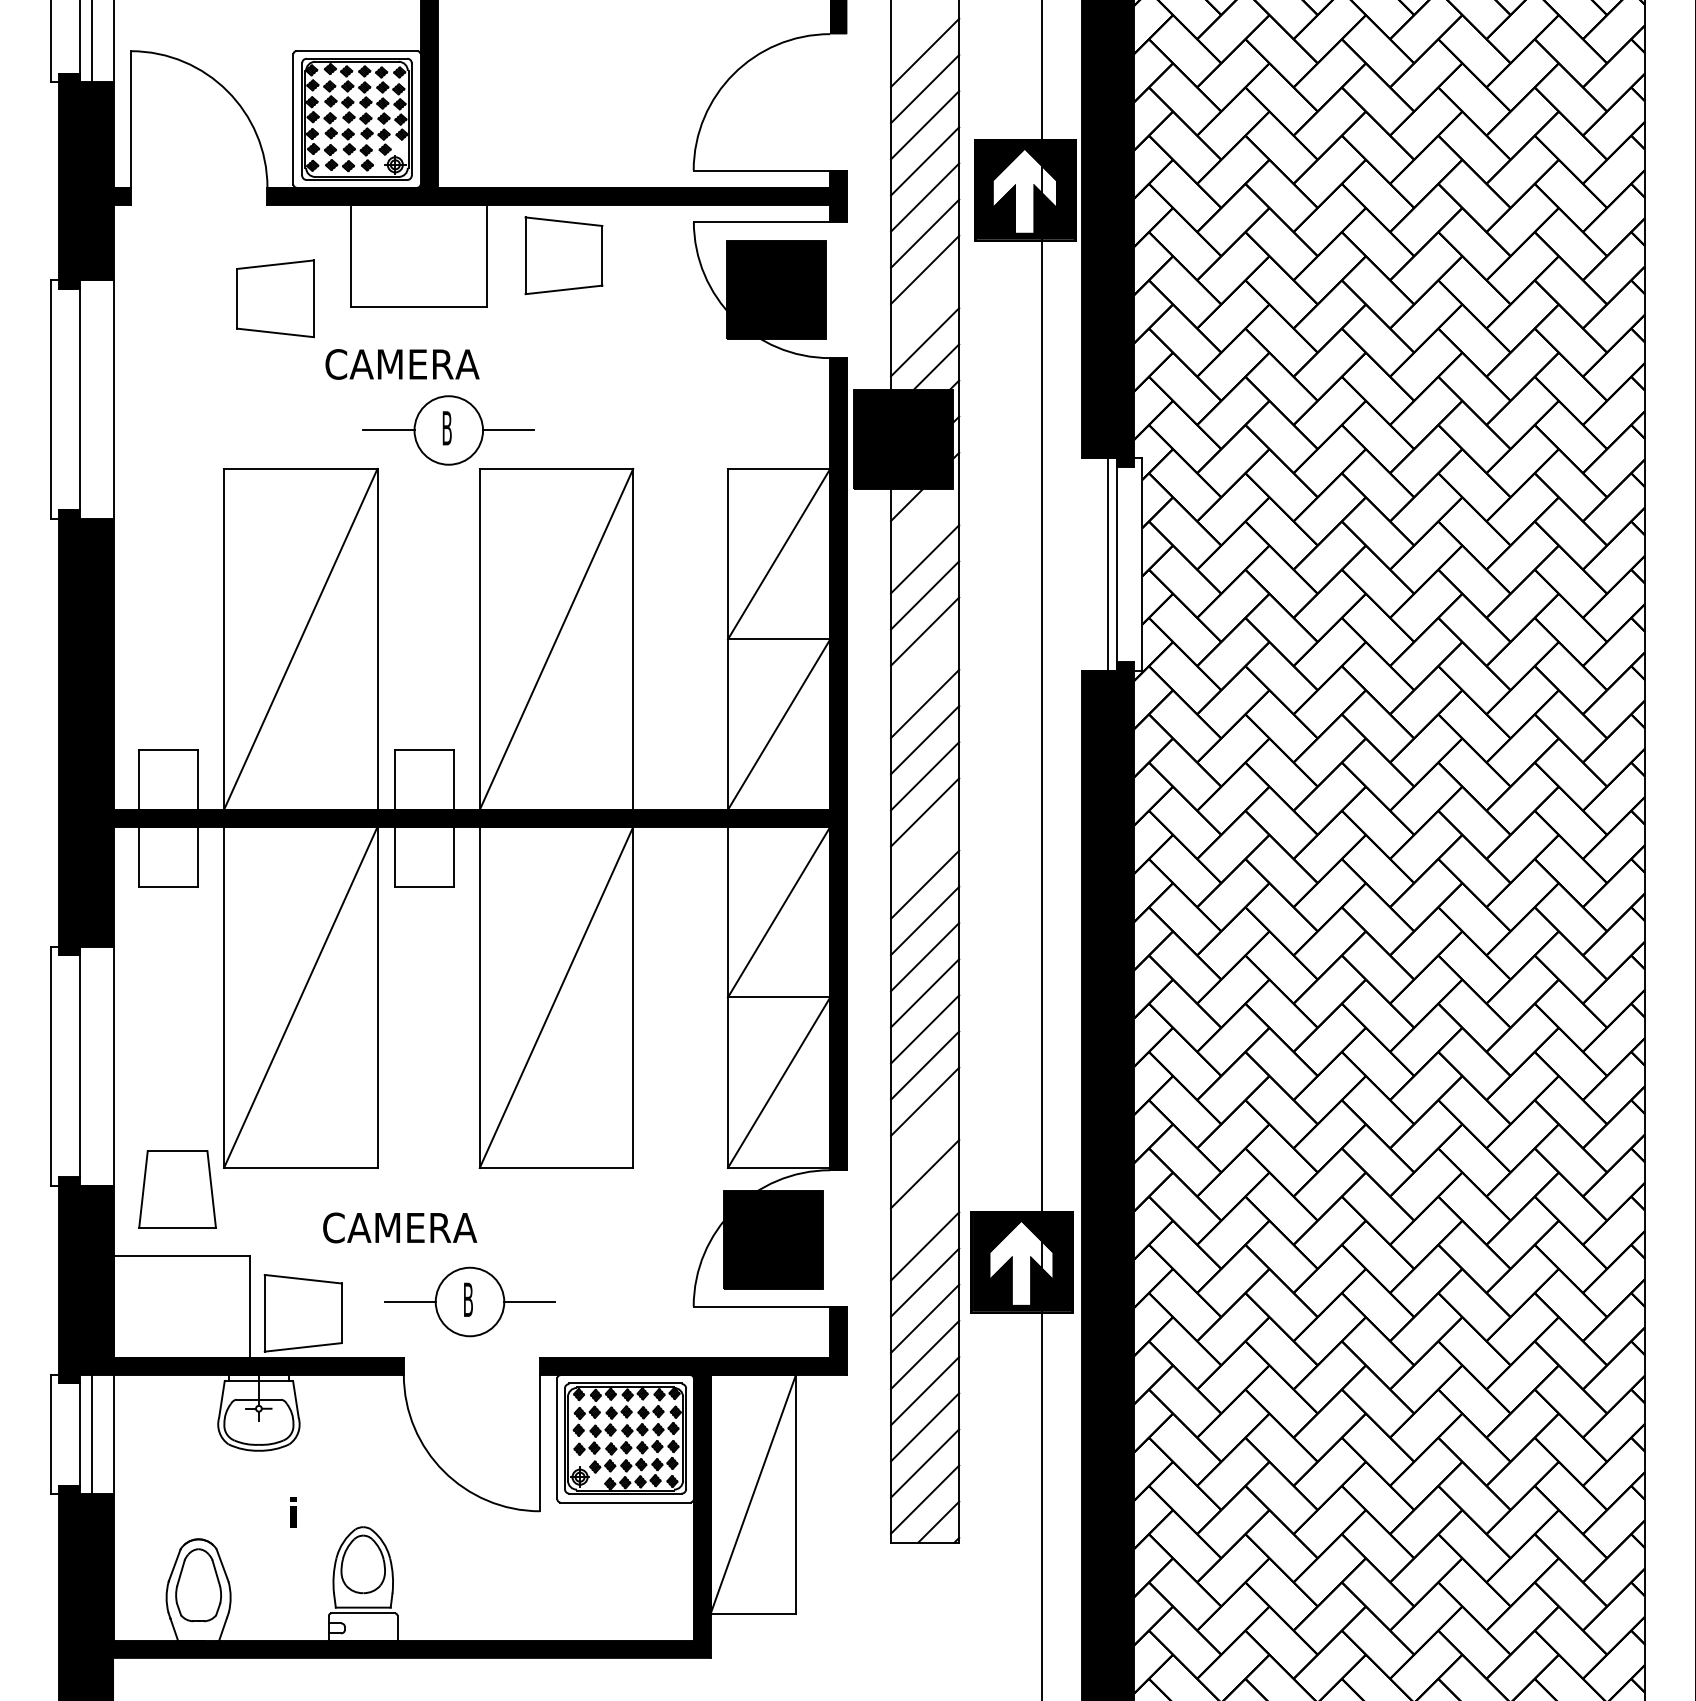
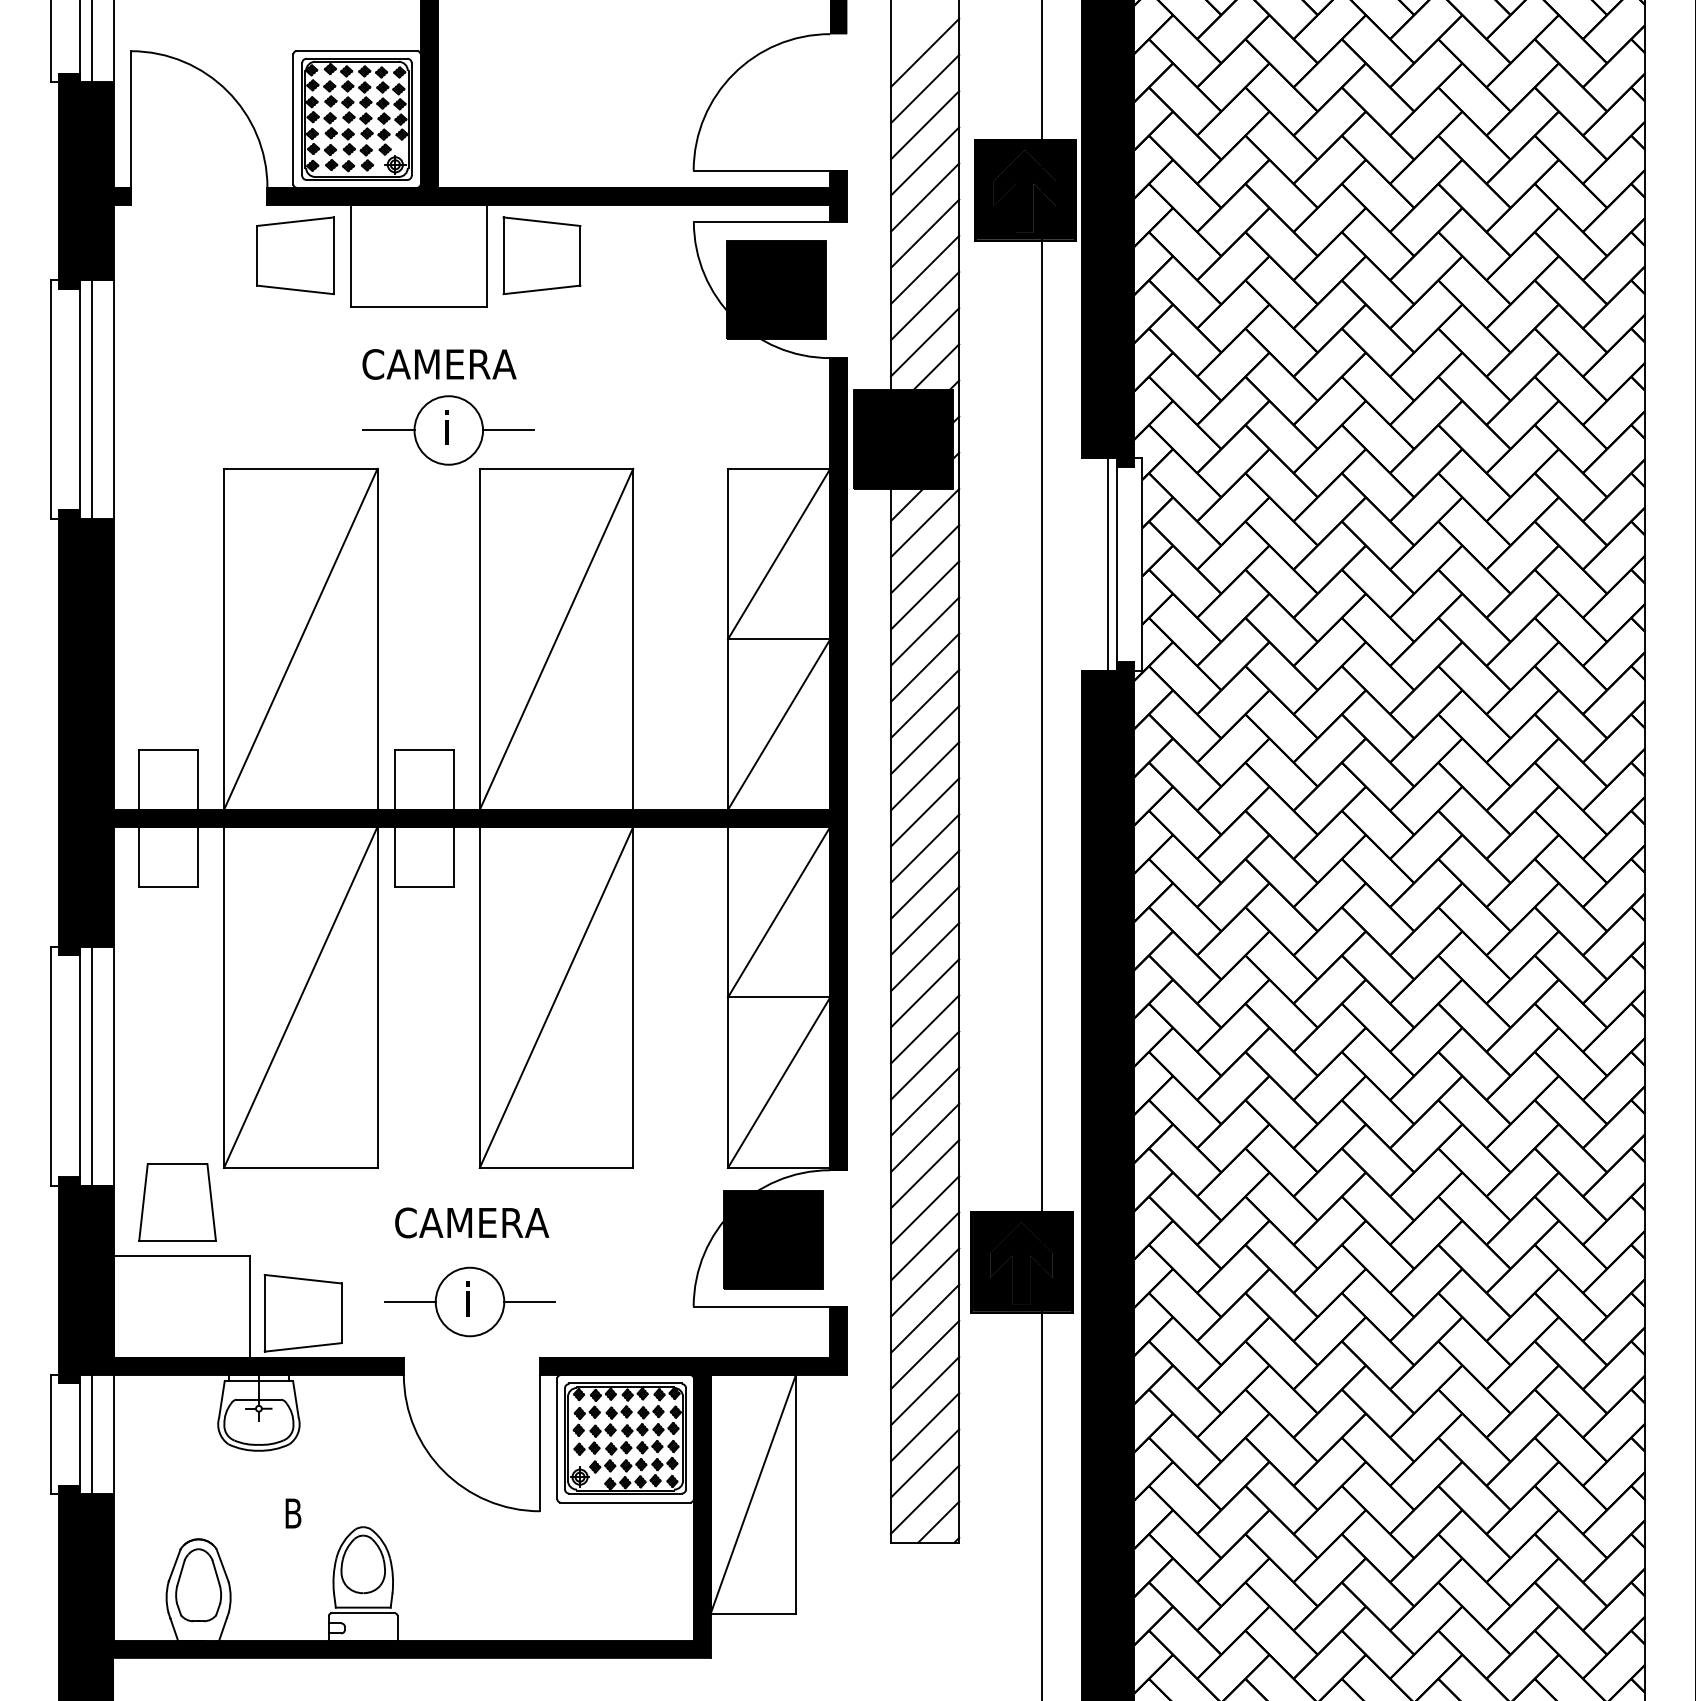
fill at (1024, 190): none -> present
part at (563, 255) position: (563, 255) -> (541, 255)
part at (275, 298) position: (275, 298) -> (295, 255)
line at (925, 306): none -> present
text at (402, 364) position: (402, 364) -> (439, 364)
line at (91, 399): none -> present
text at (446, 427): B -> i
line at (925, 523): none -> present
line at (925, 667): none -> present
line at (925, 848): none -> present
line at (91, 1065): none -> present
line at (925, 1137): none -> present
part at (177, 1189) position: (177, 1189) -> (177, 1202)
line at (925, 1210): none -> present
text at (400, 1227) position: (400, 1227) -> (472, 1222)
fill at (1021, 1262): none -> present
text at (468, 1298): B -> i
text at (293, 1512): i -> B
